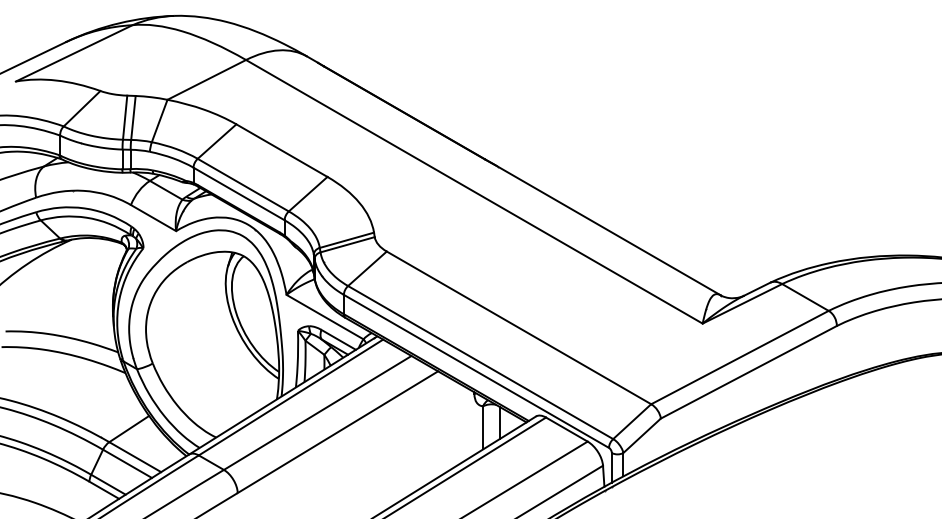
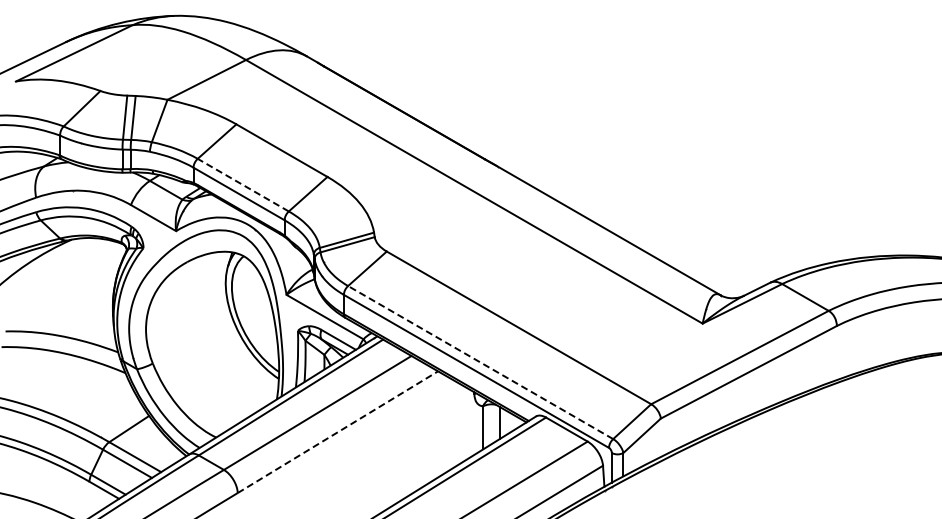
line at (243, 185): solid -> dashed
line at (480, 362): solid -> dashed
line at (338, 431): solid -> dashed
